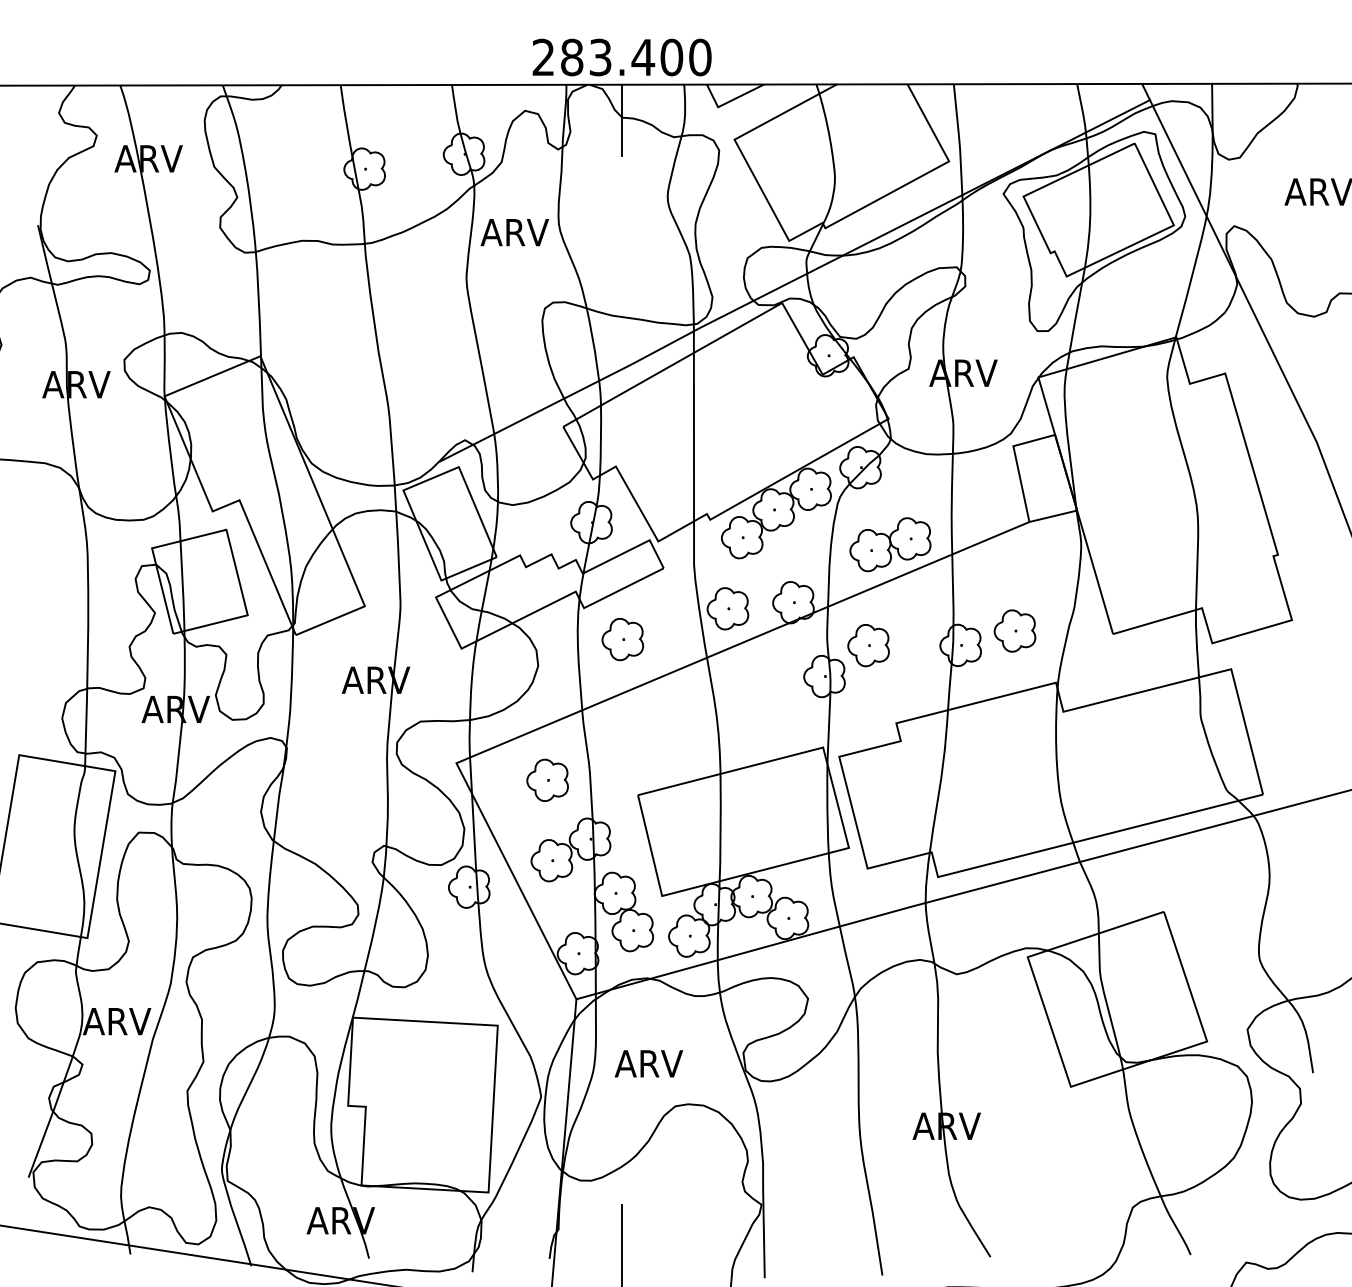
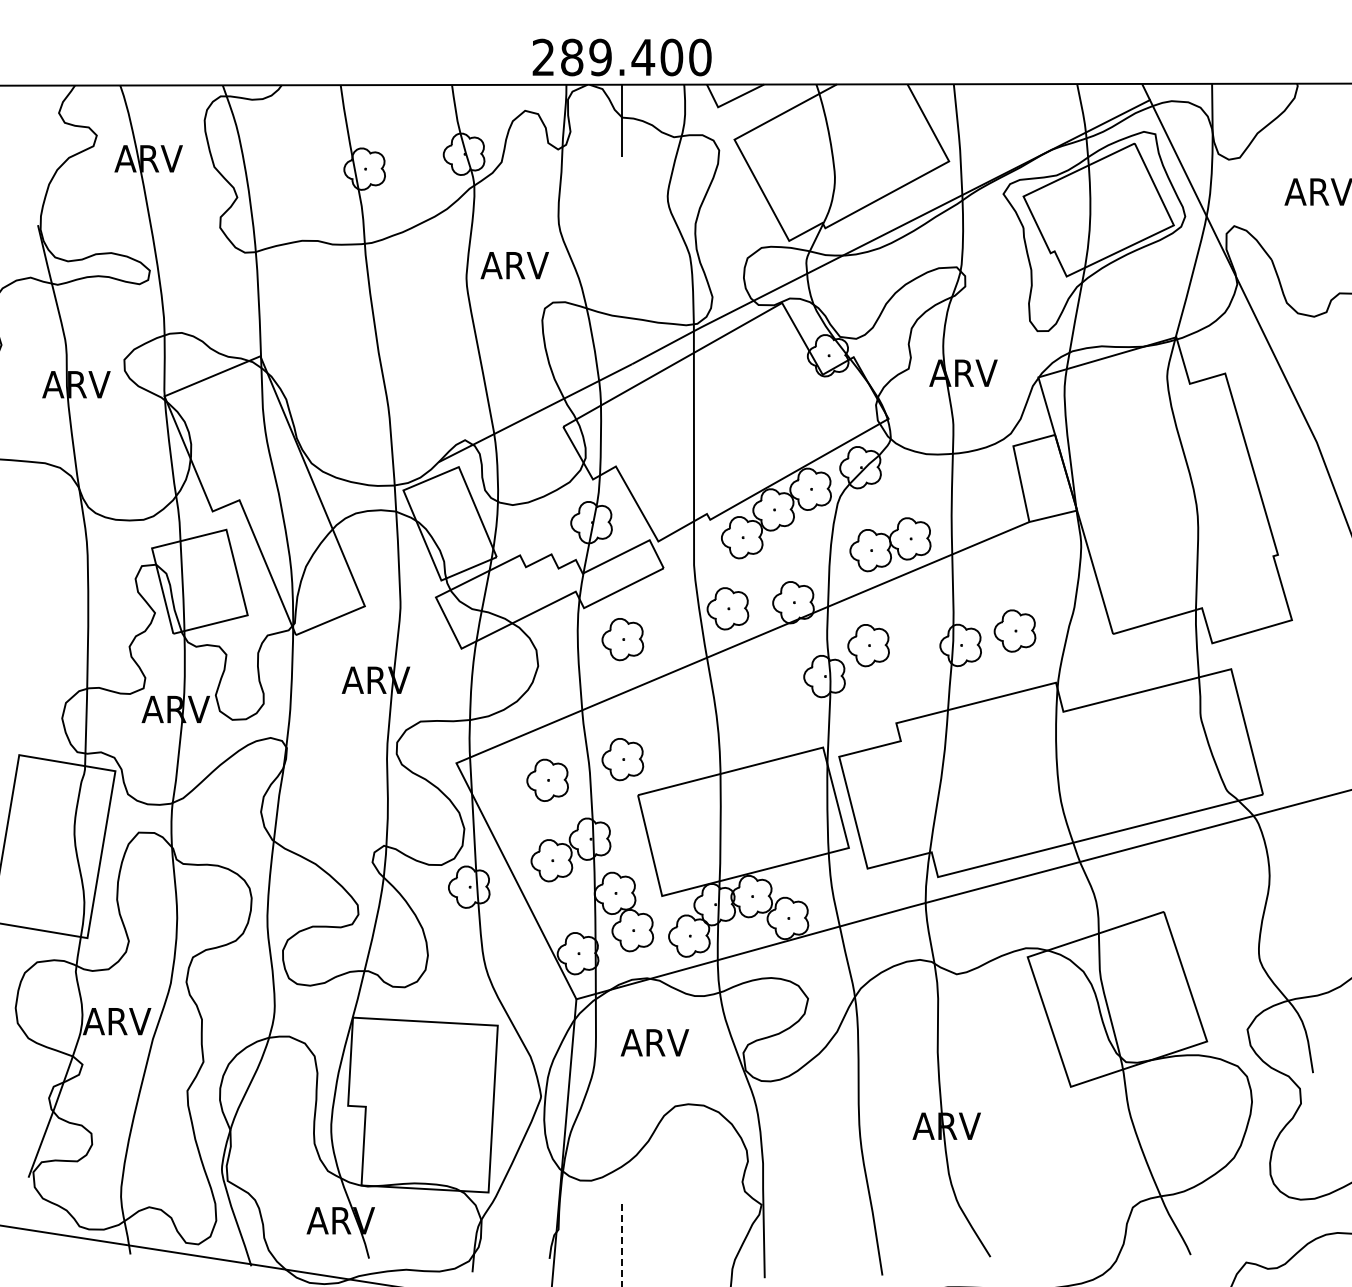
text at (600, 57): 283.400 -> 289.400
text at (514, 232) position: (514, 232) -> (514, 265)
part at (622, 759): none -> present
text at (648, 1063) position: (648, 1063) -> (654, 1042)
line at (622, 1245): solid -> dashed
